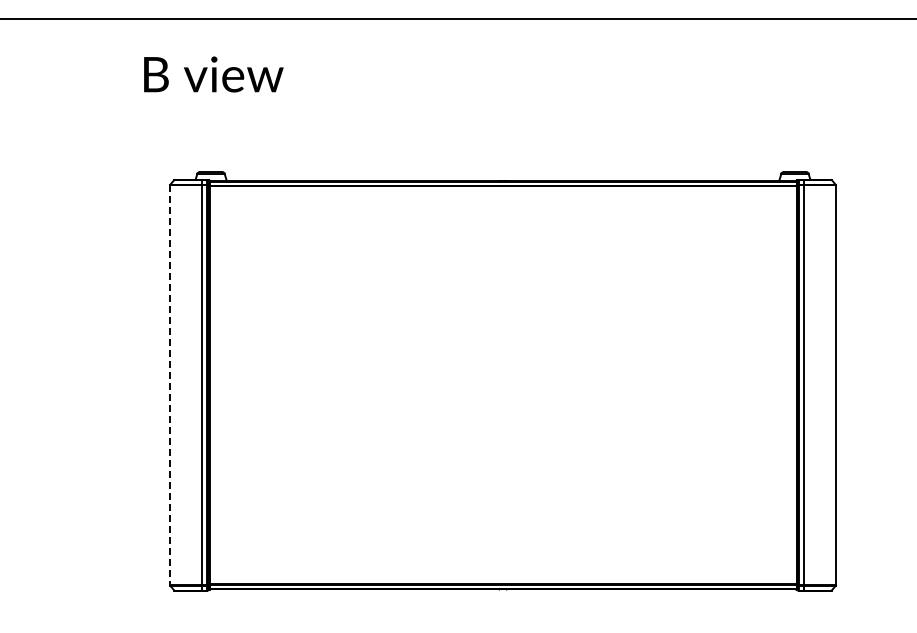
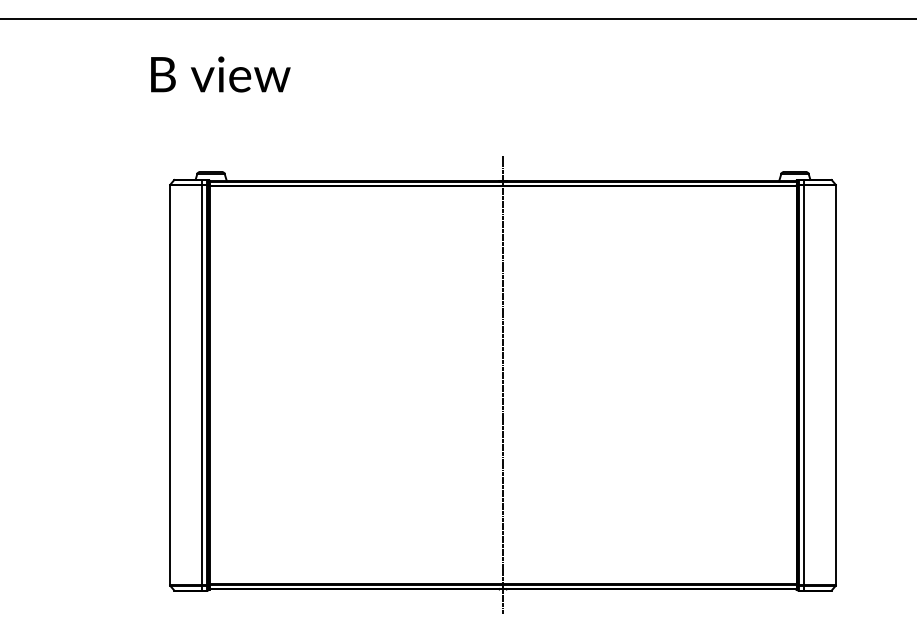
text at (213, 74) position: (213, 74) -> (220, 74)
line at (170, 385): dashed -> solid
line at (503, 385): none -> present
